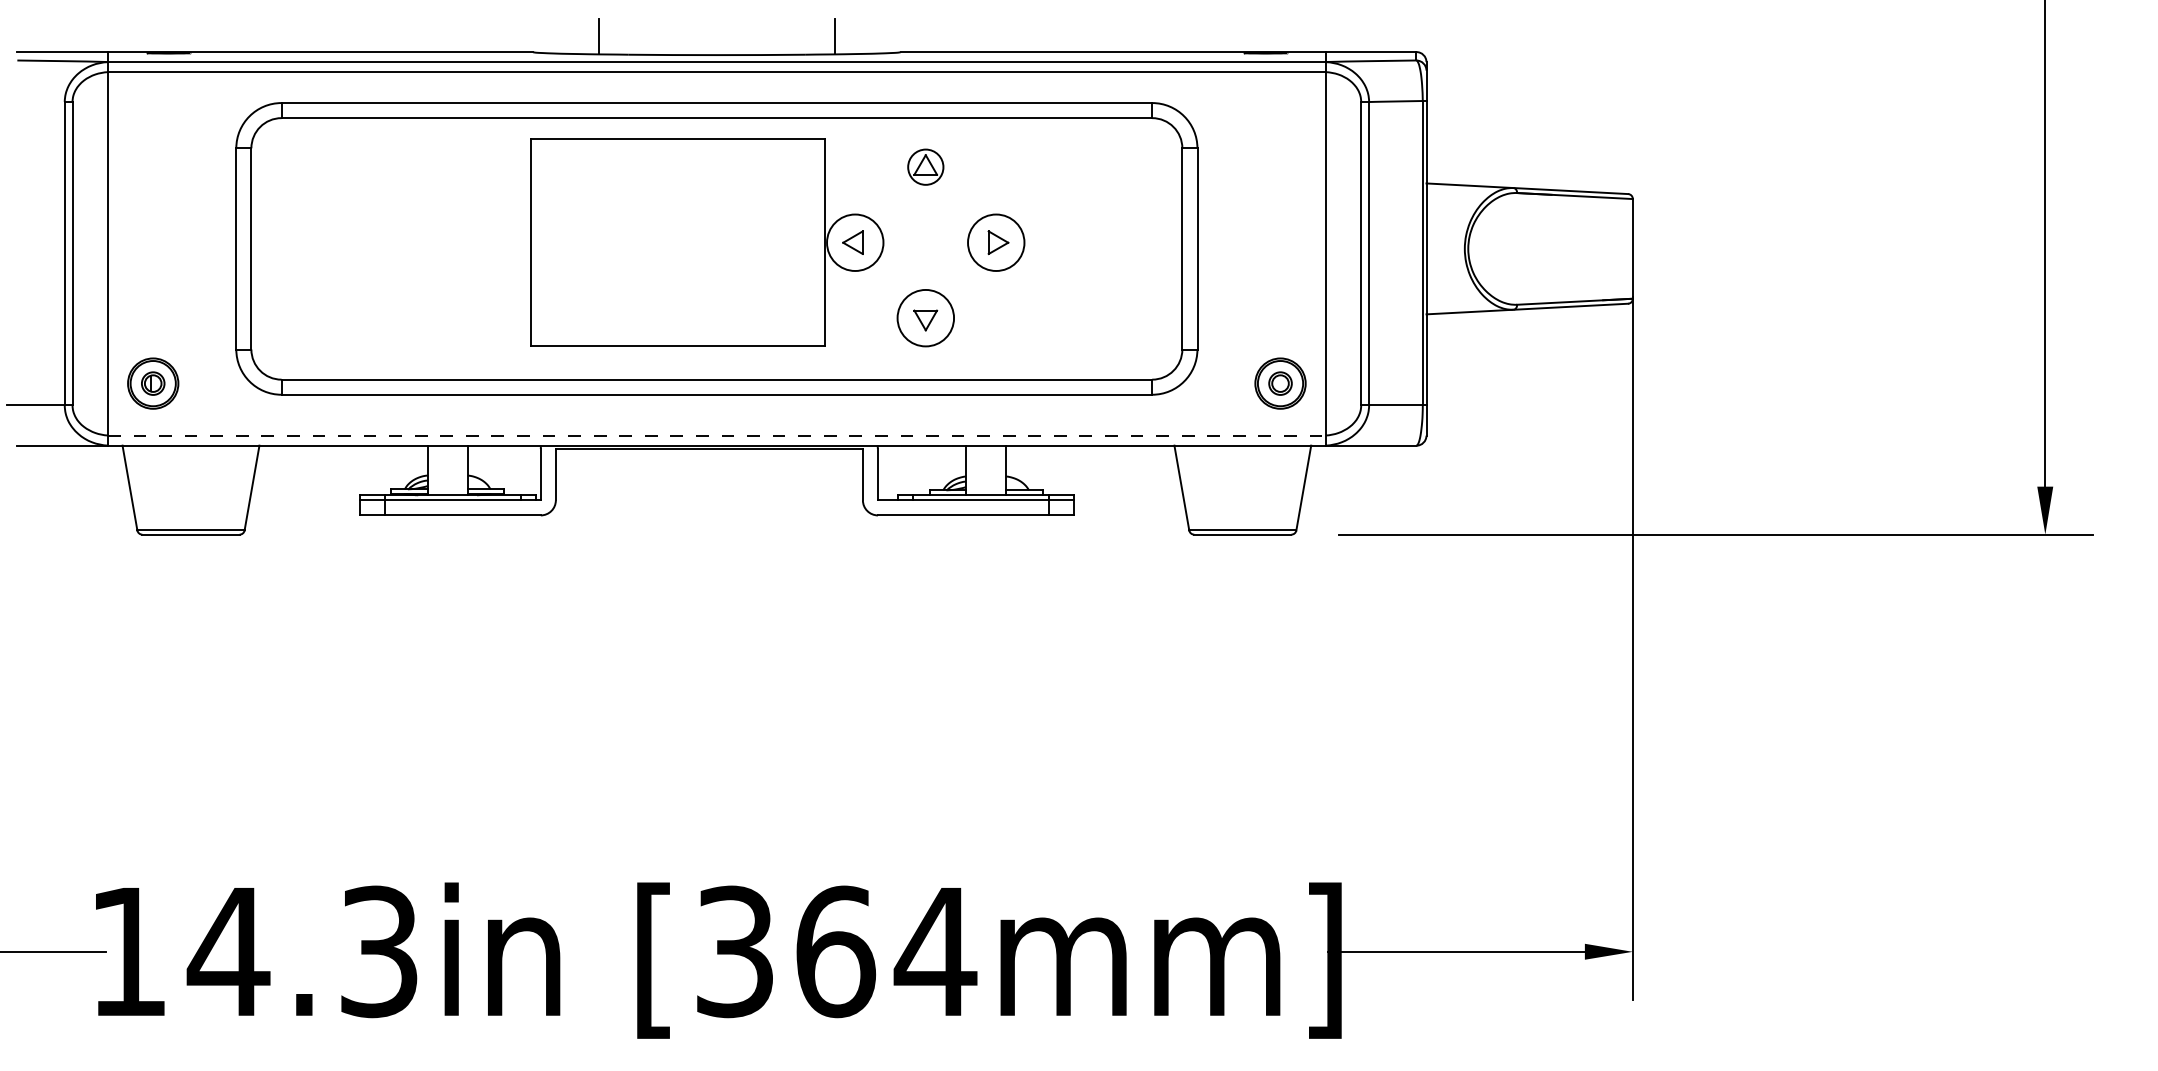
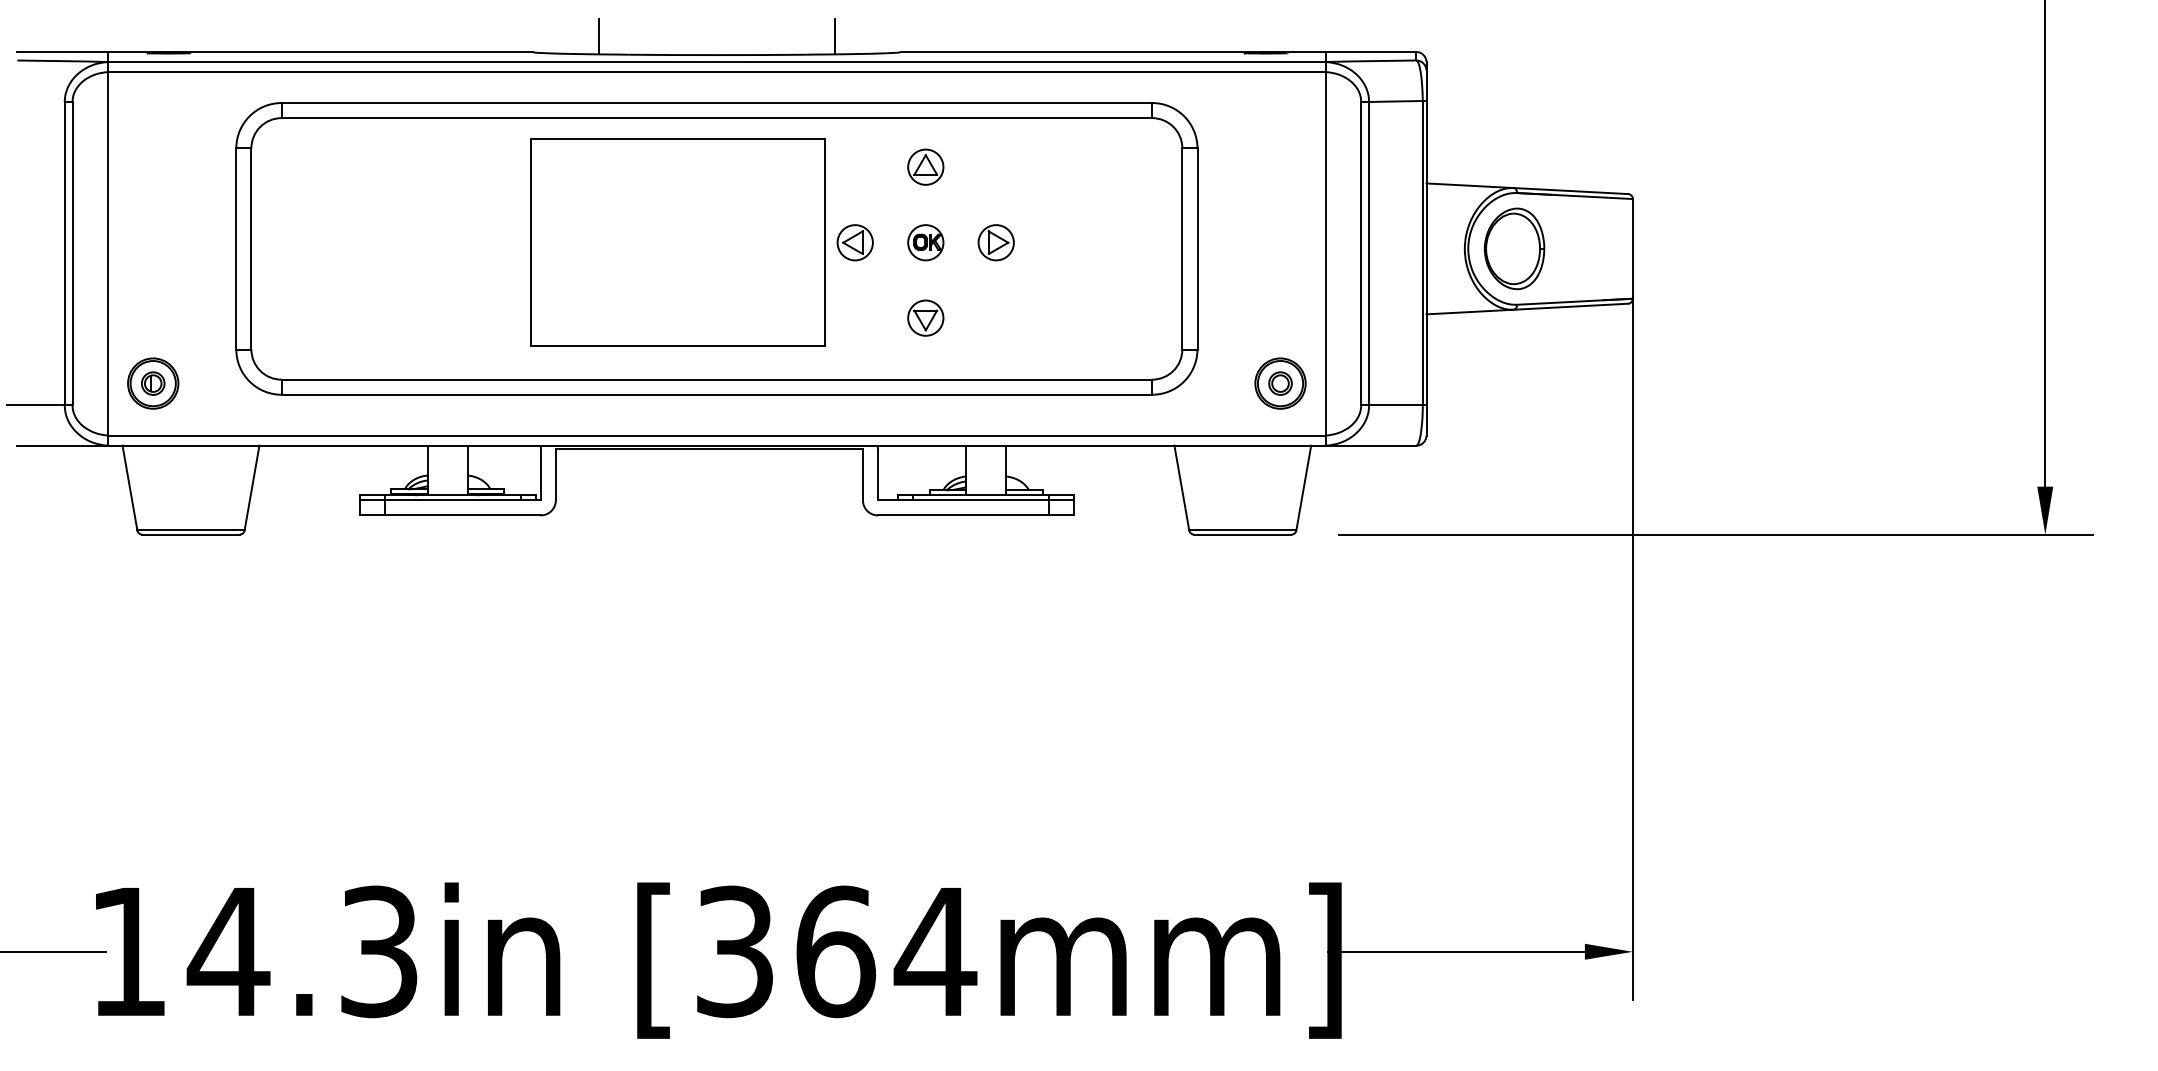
circle at (855, 242) diameter: 56 px -> 35 px
part at (925, 242): none -> present
circle at (996, 242) diameter: 56 px -> 35 px
part at (1514, 248): none -> present
circle at (925, 317) diameter: 56 px -> 35 px
line at (716, 435): dashed -> solid
